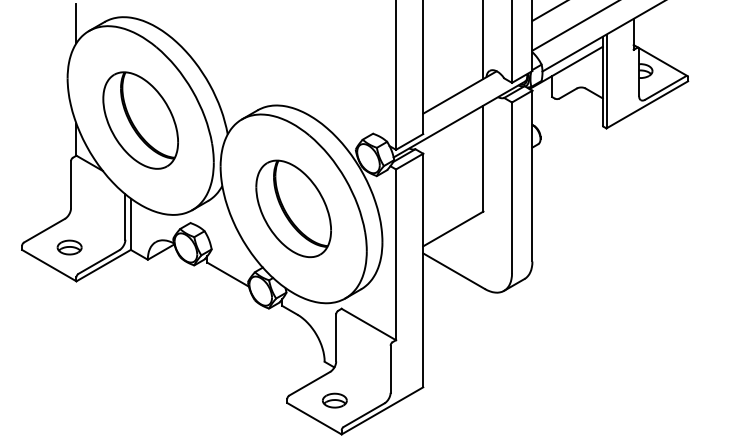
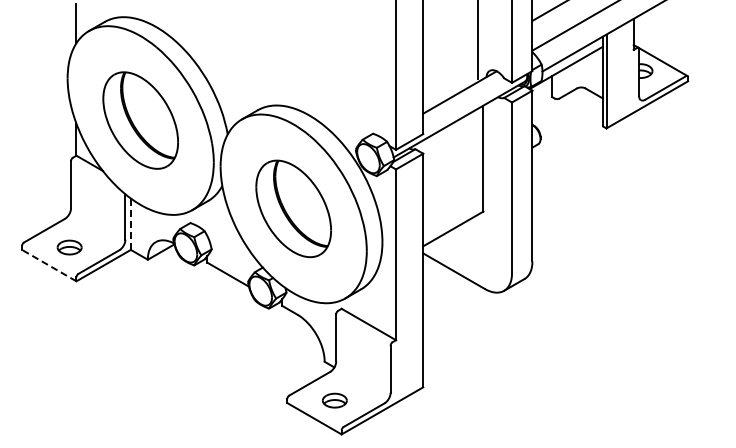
line at (483, 40) position: (483, 40) -> (478, 40)
line at (130, 224): solid -> dashed
line at (48, 265): solid -> dashed
